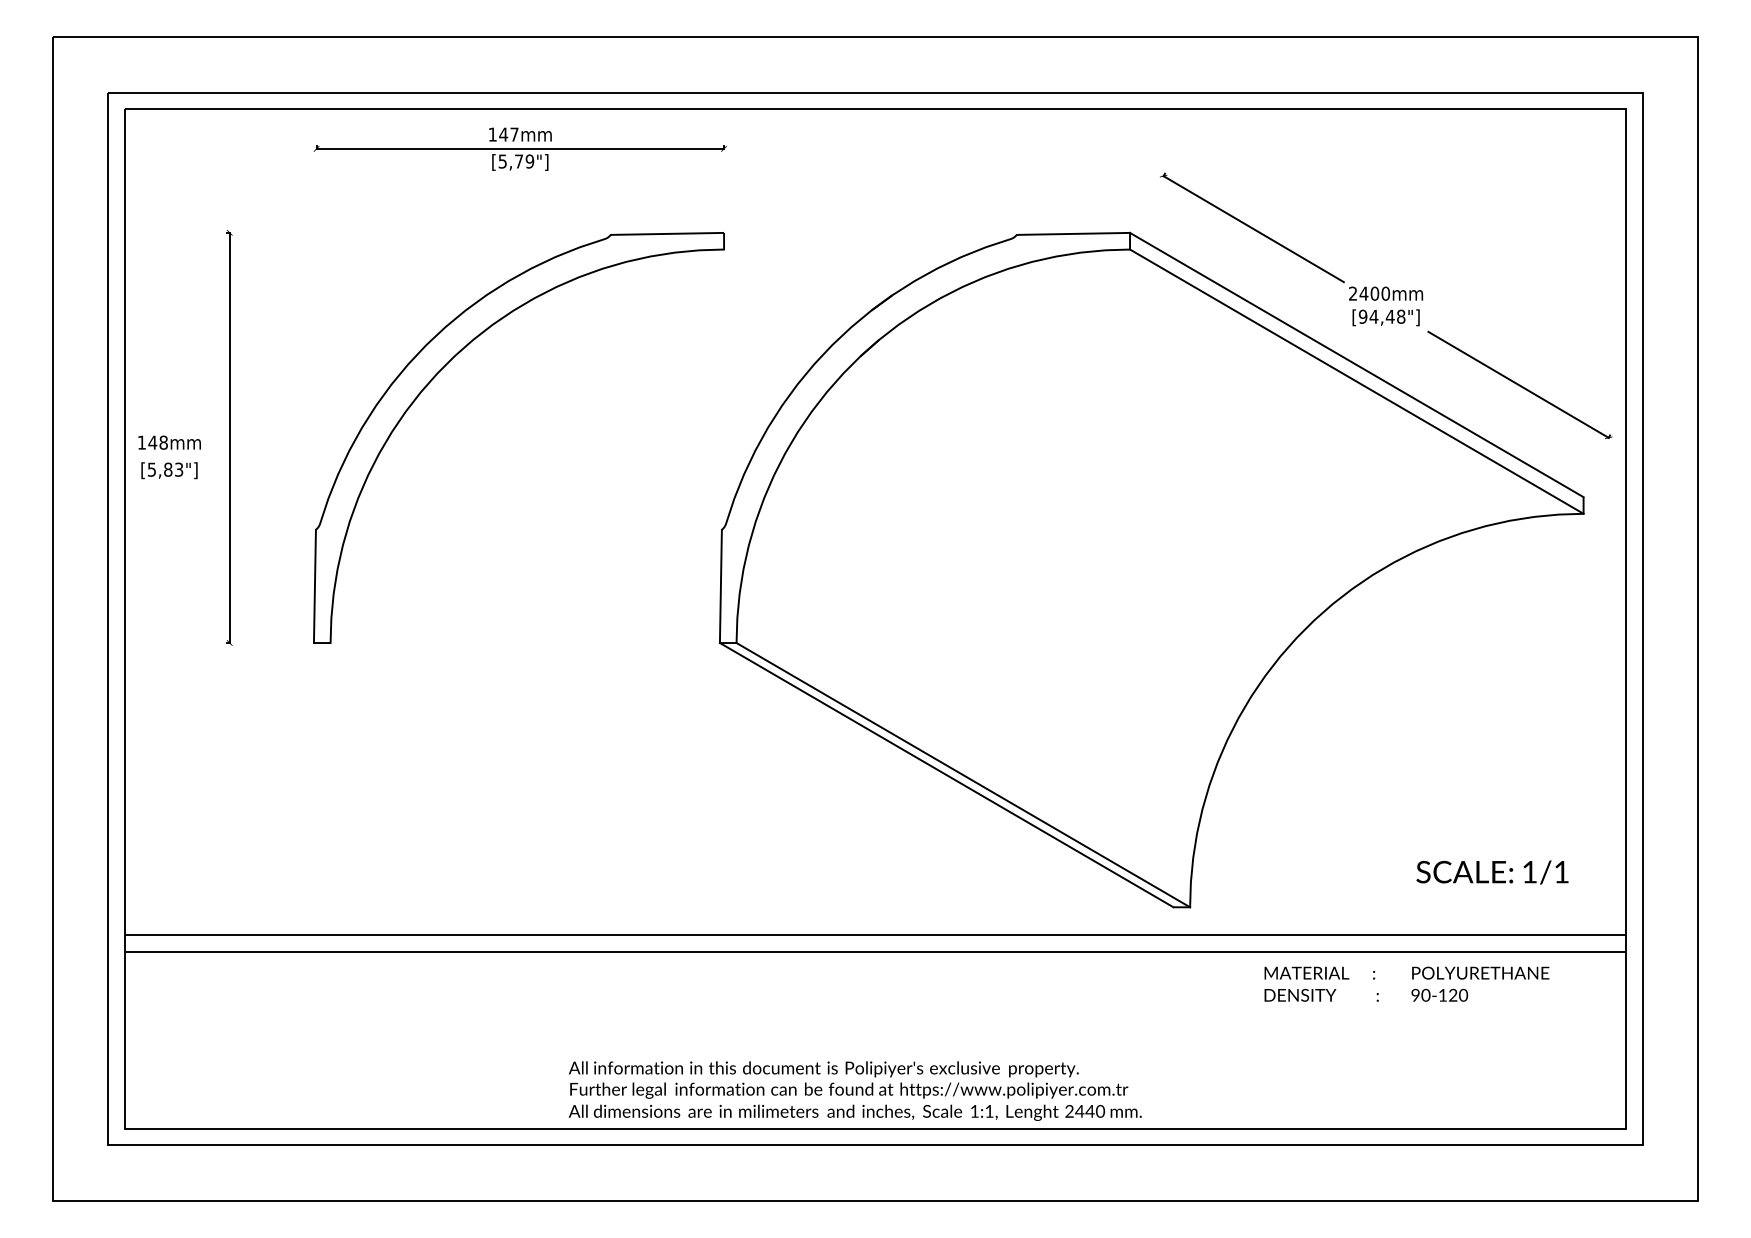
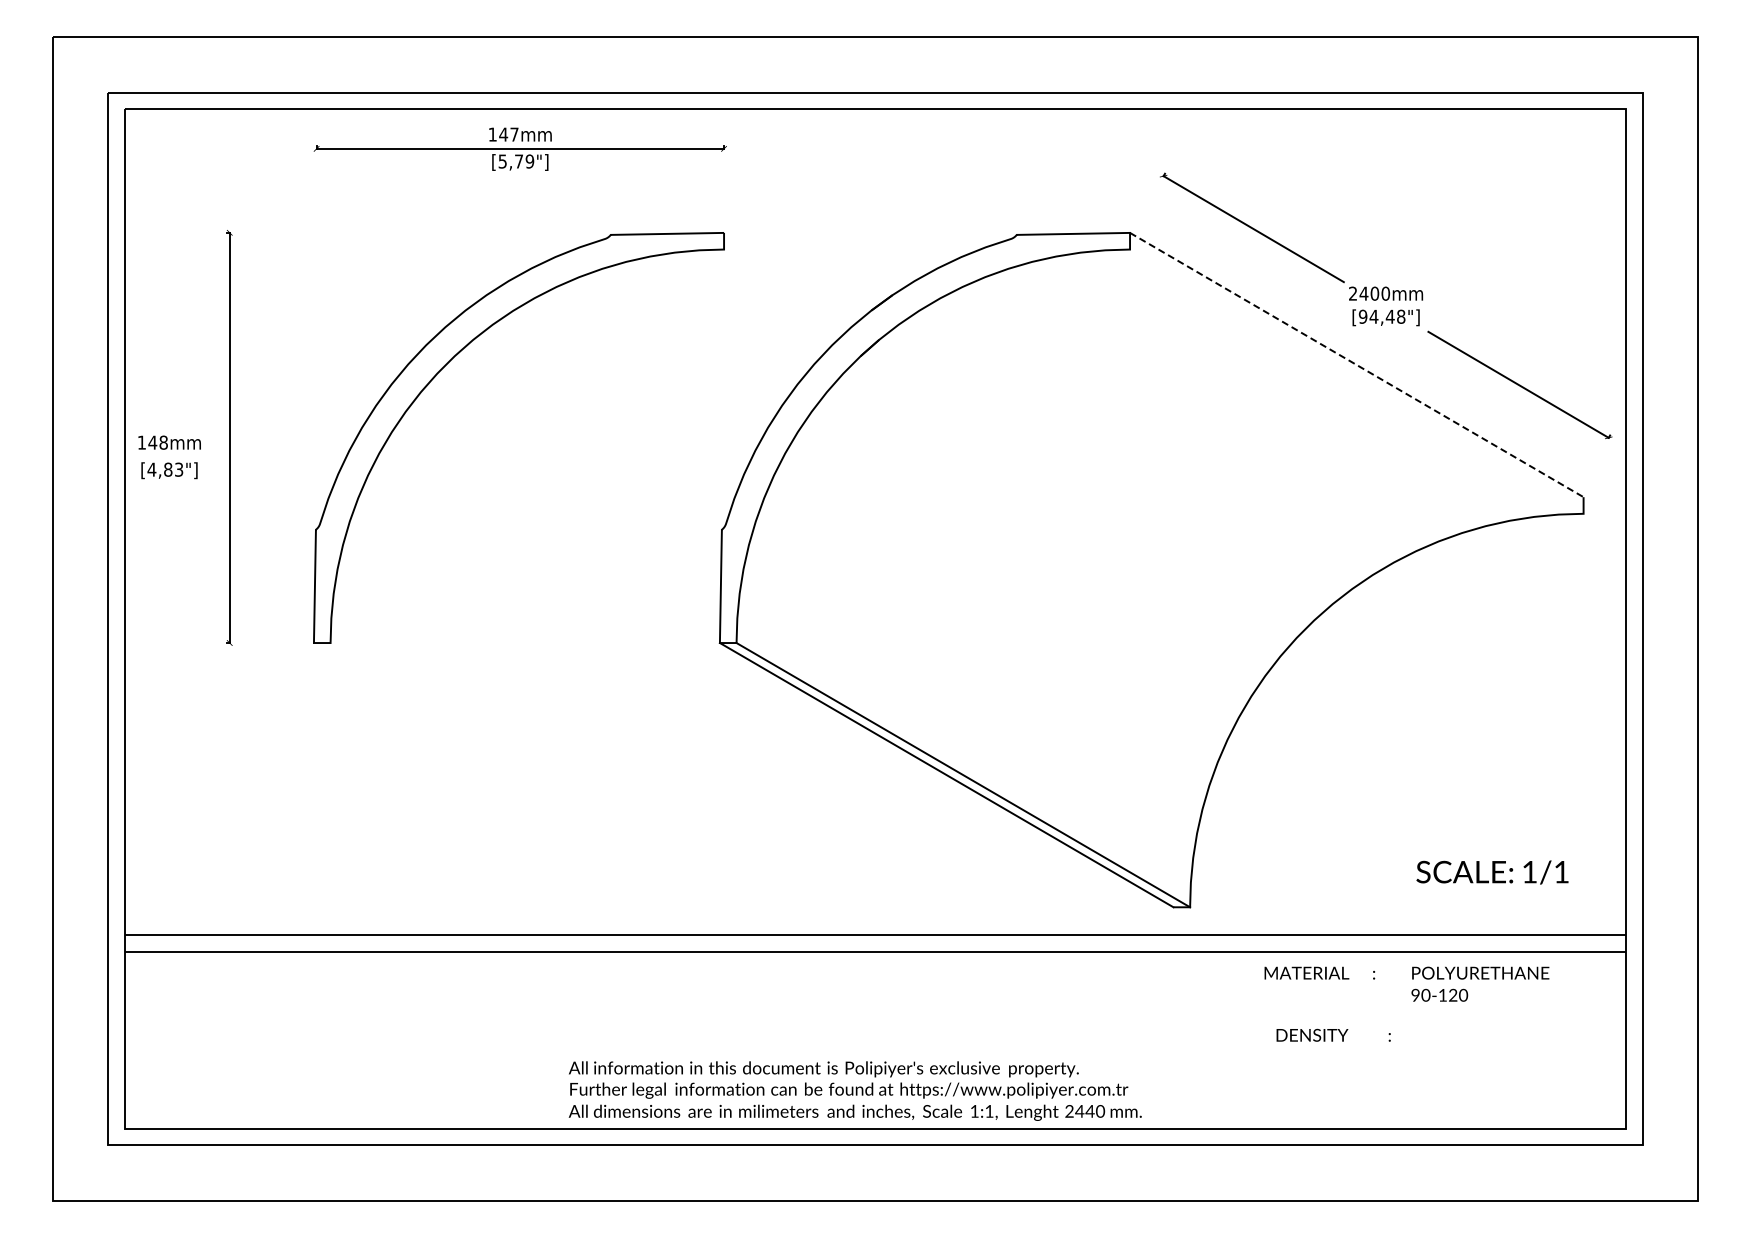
line at (1357, 365): solid -> dashed
line at (1356, 381): present -> none
text at (151, 469): [5,83"] -> [4,83"]
text at (1321, 994) position: (1321, 994) -> (1333, 1034)
